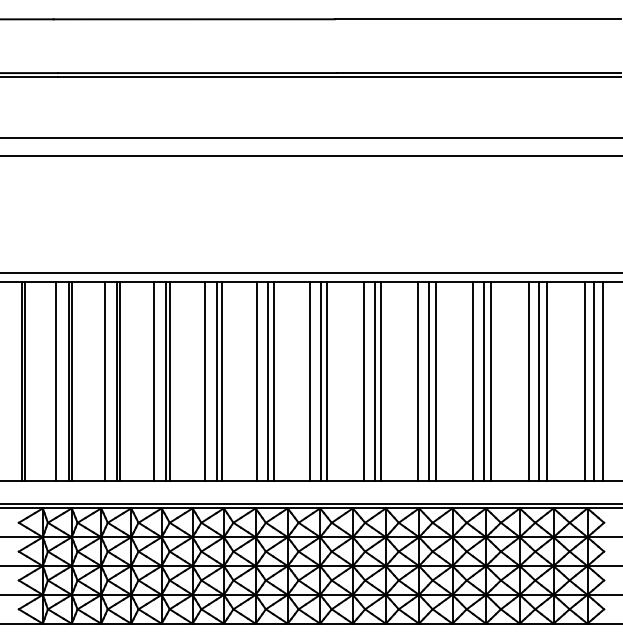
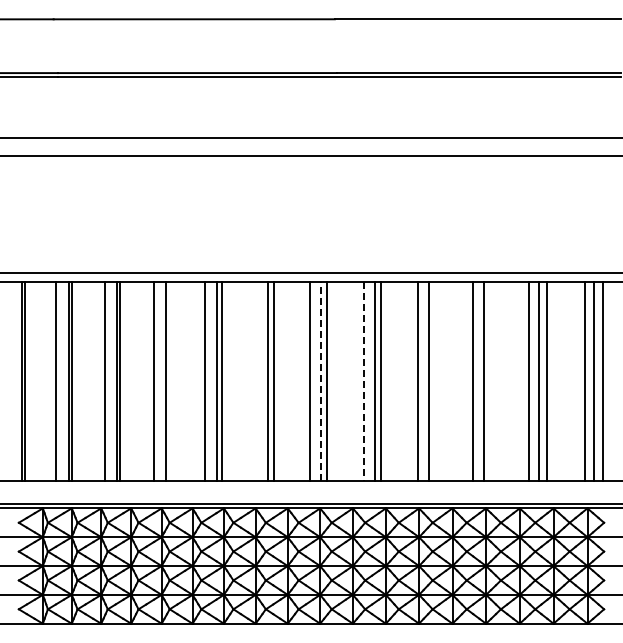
line at (321, 380): solid -> dashed
line at (170, 381): present -> none
line at (256, 381): present -> none
line at (363, 381): solid -> dashed
line at (435, 381): present -> none
line at (491, 381): present -> none
